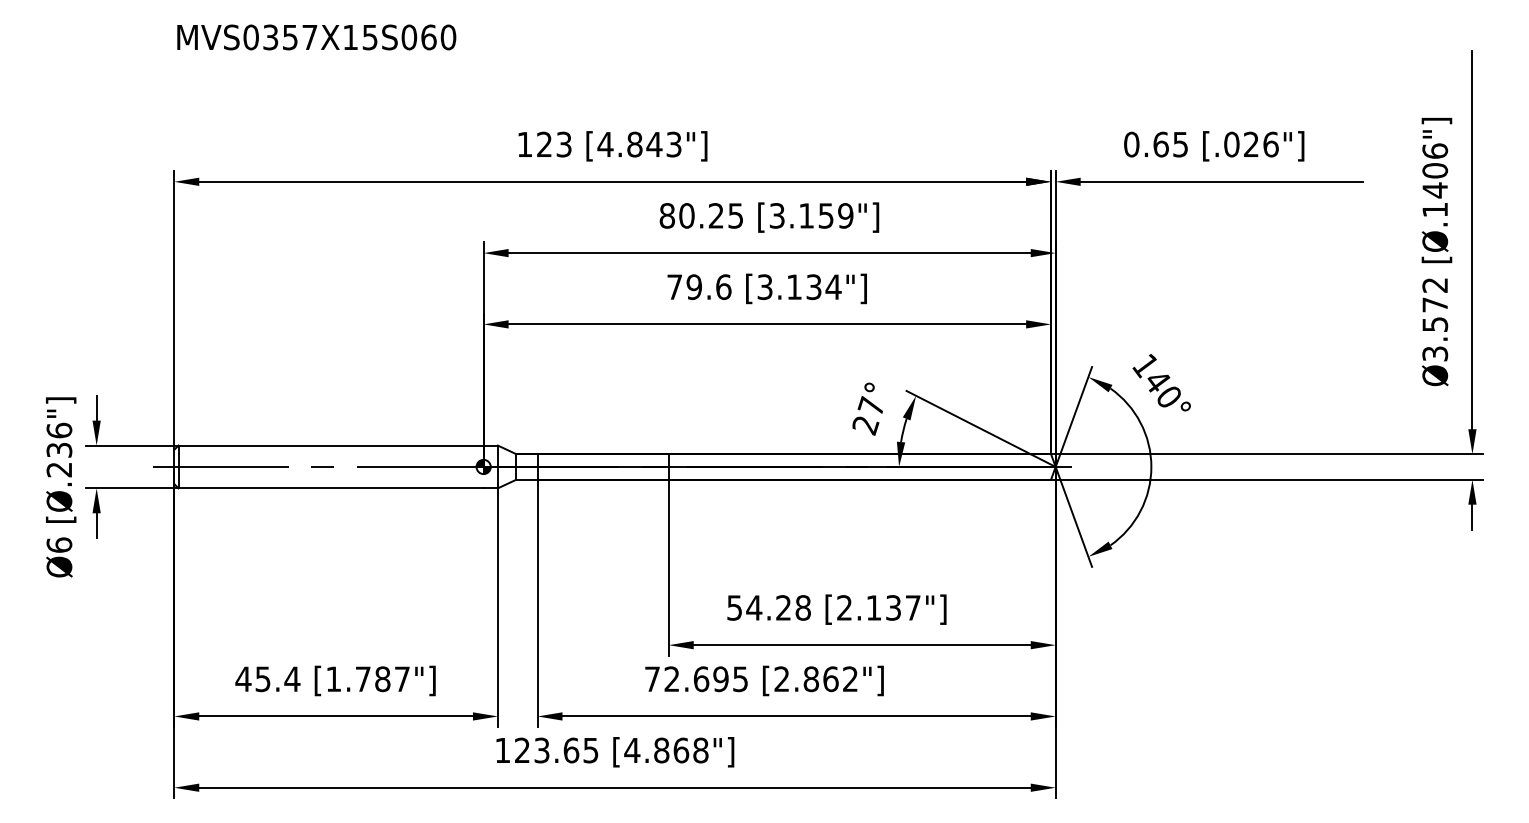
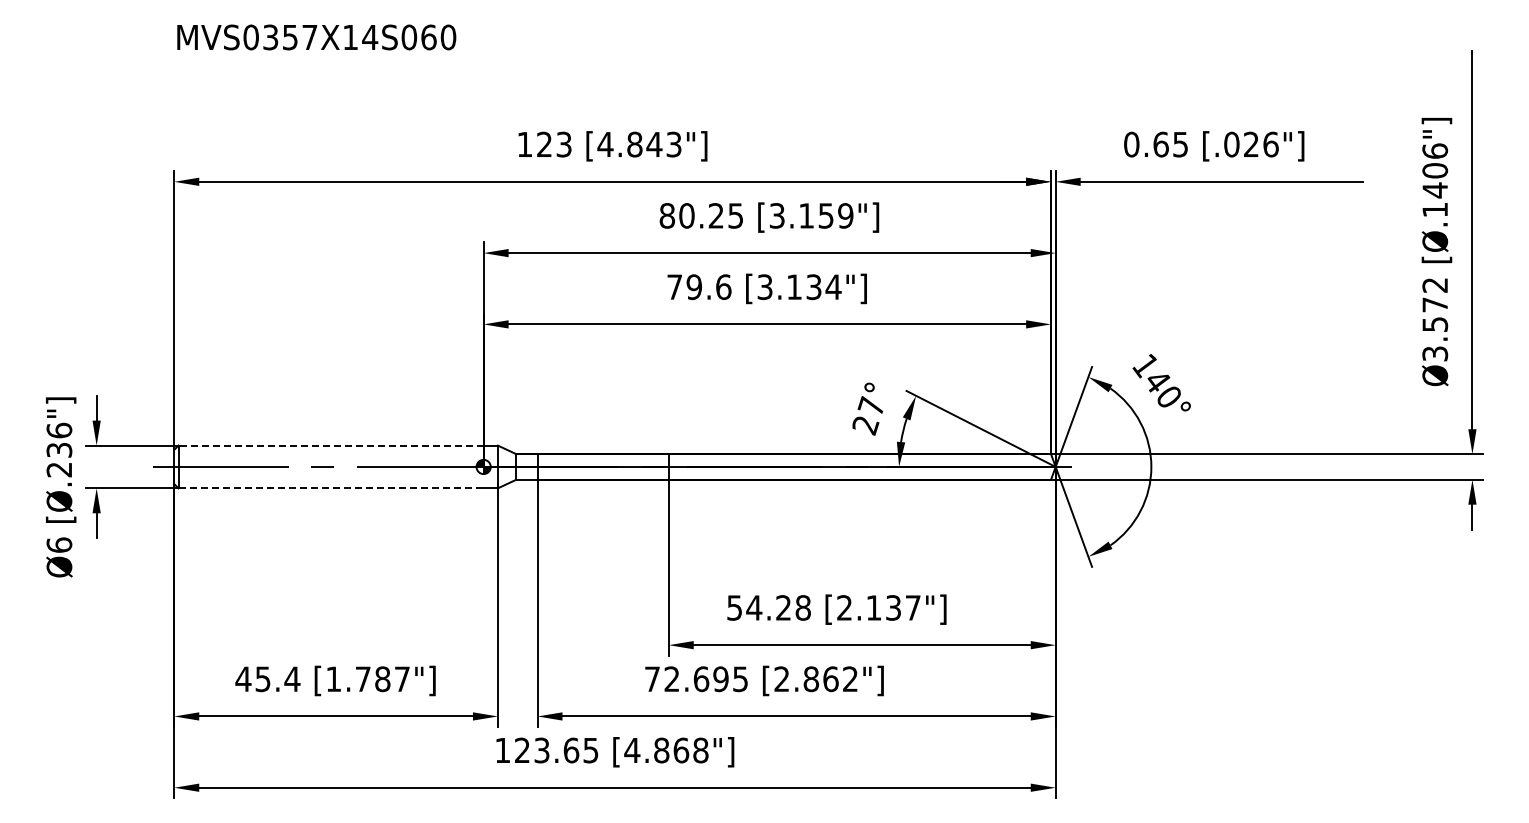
text at (370, 37): MVS0357X15S060 -> MVS0357X14S060
line at (331, 445): solid -> dashed
line at (331, 488): solid -> dashed
